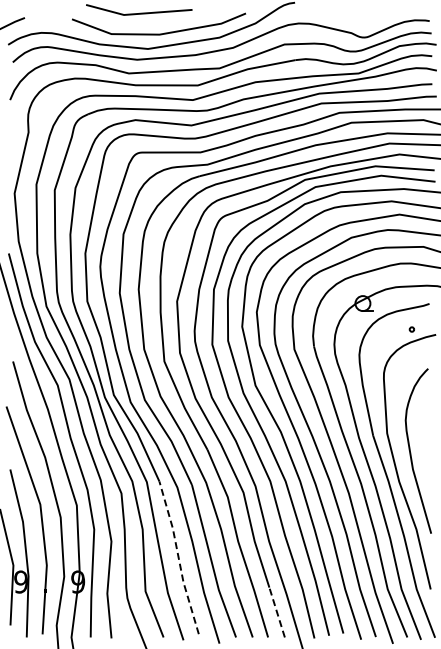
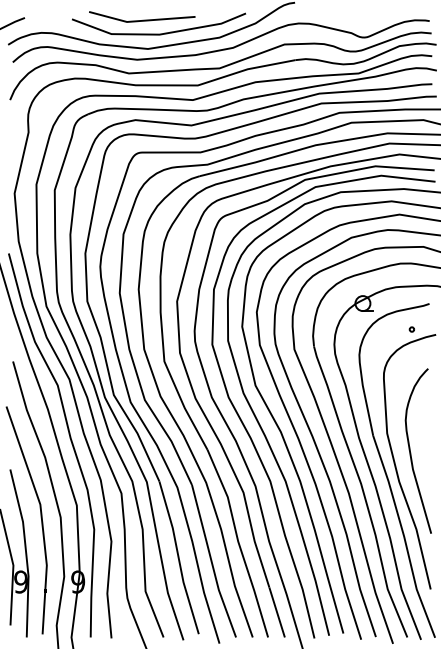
line at (139, 12) position: (139, 12) -> (142, 19)
line at (178, 557): dashed -> solid
line at (276, 612): dashed -> solid
